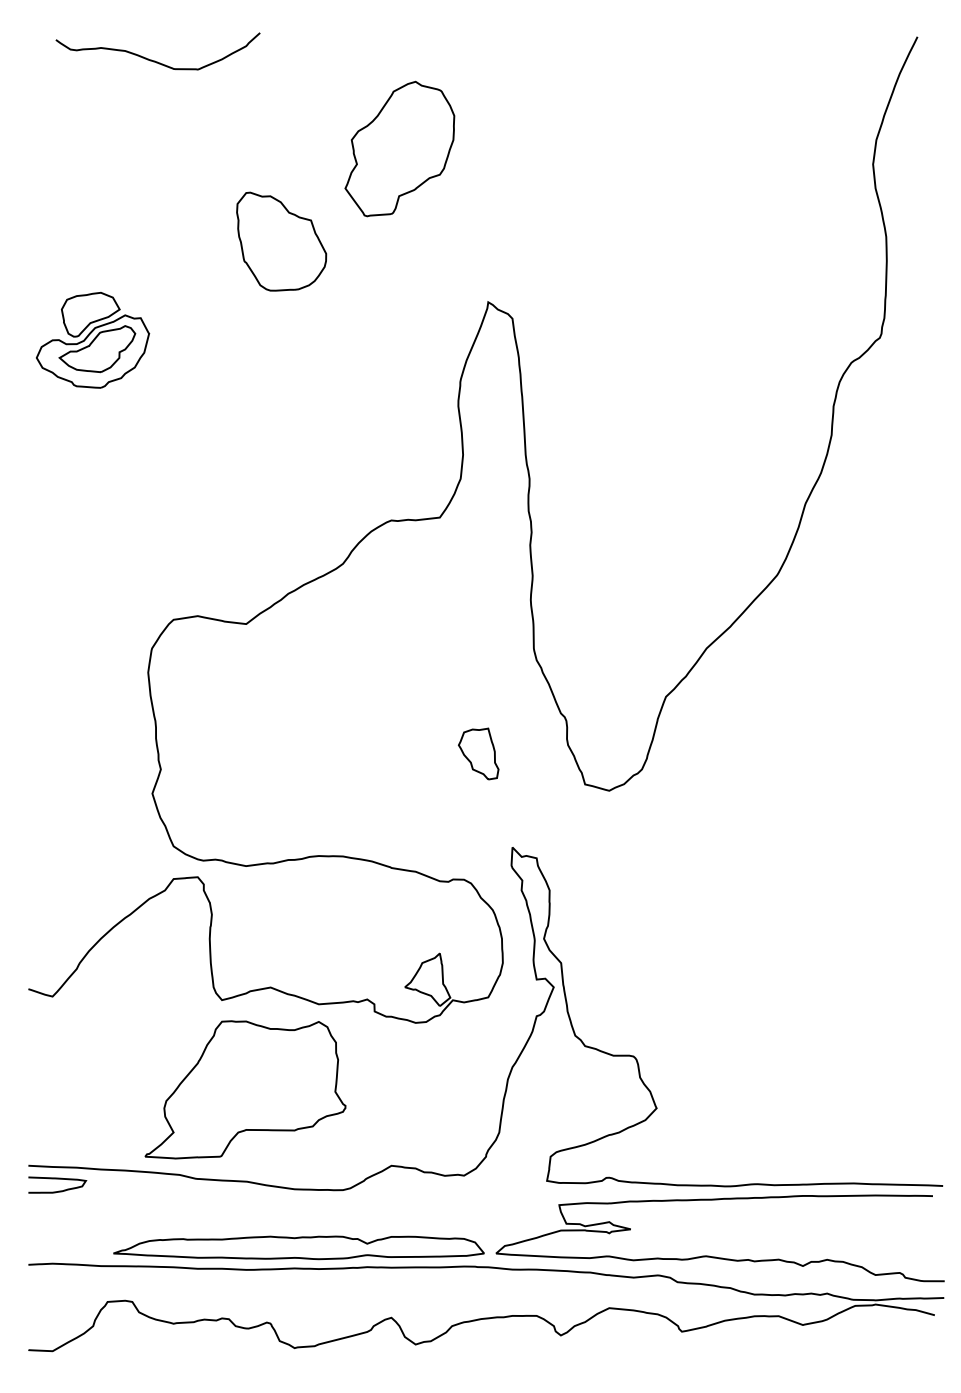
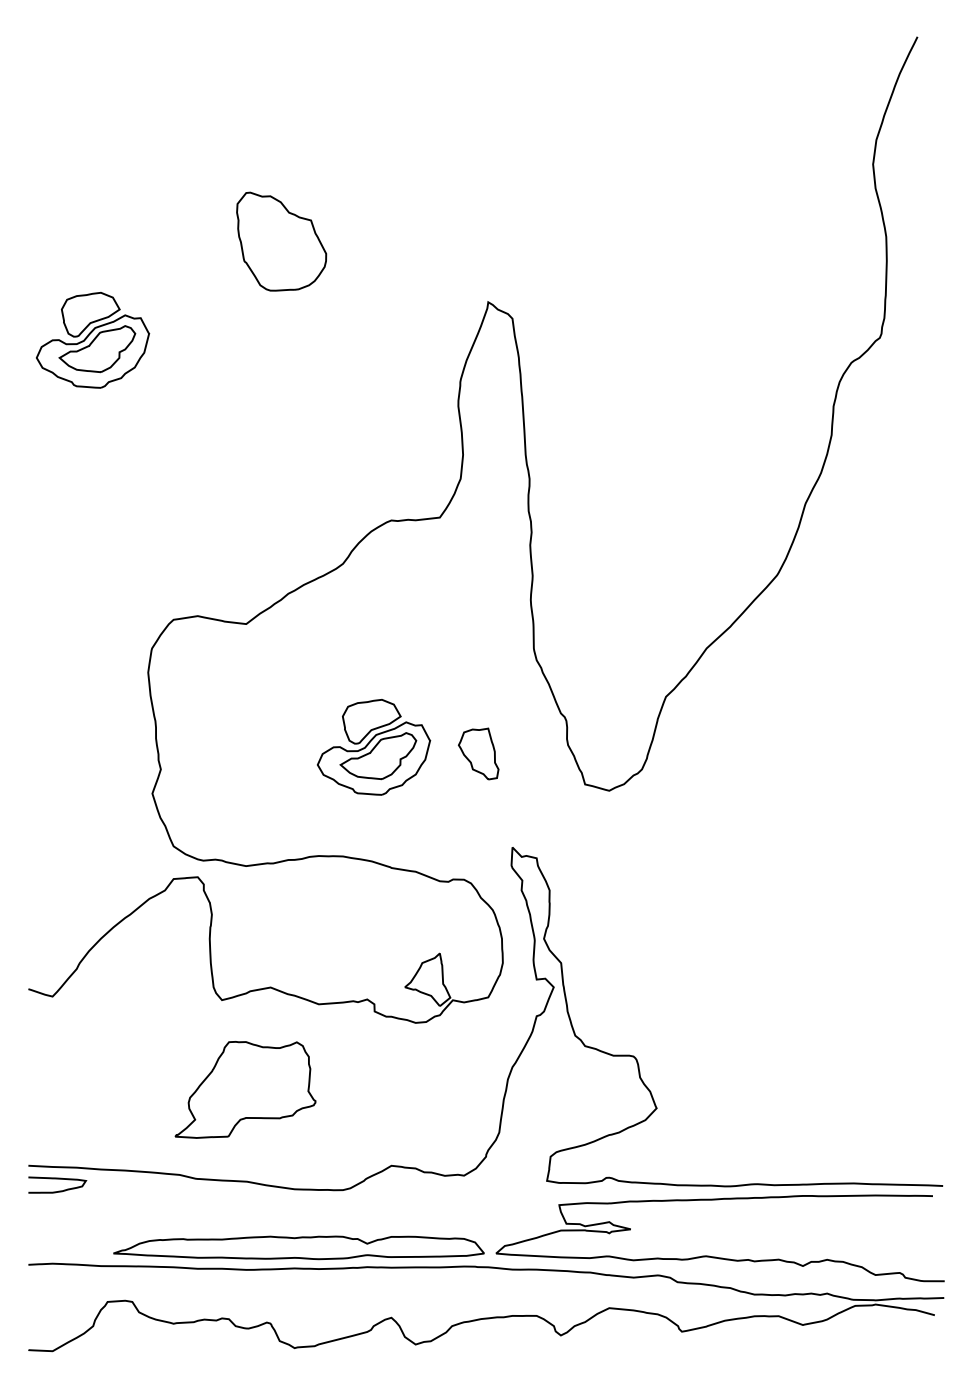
curve at (155, 60): present -> none
part at (399, 148): present -> none
part at (373, 746): none -> present
part at (245, 1089) size: 203x140 px -> 143x98 px
